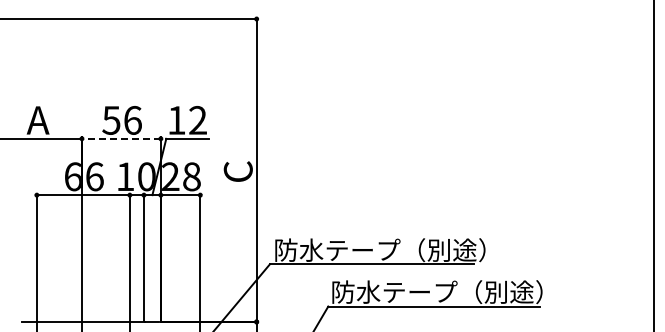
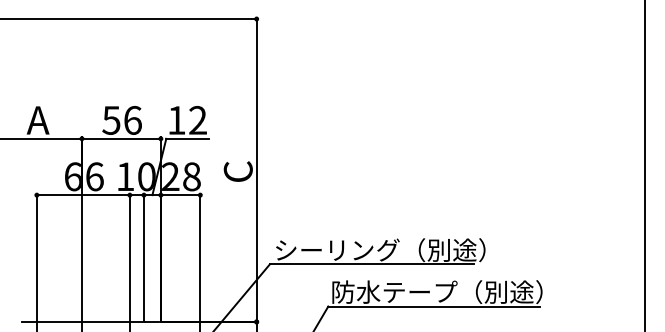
line at (120, 138): dashed -> solid
line at (654, 165) position: (654, 165) -> (645, 165)
text at (337, 249): 防水テープ（別途） -> シーリング（別途）
